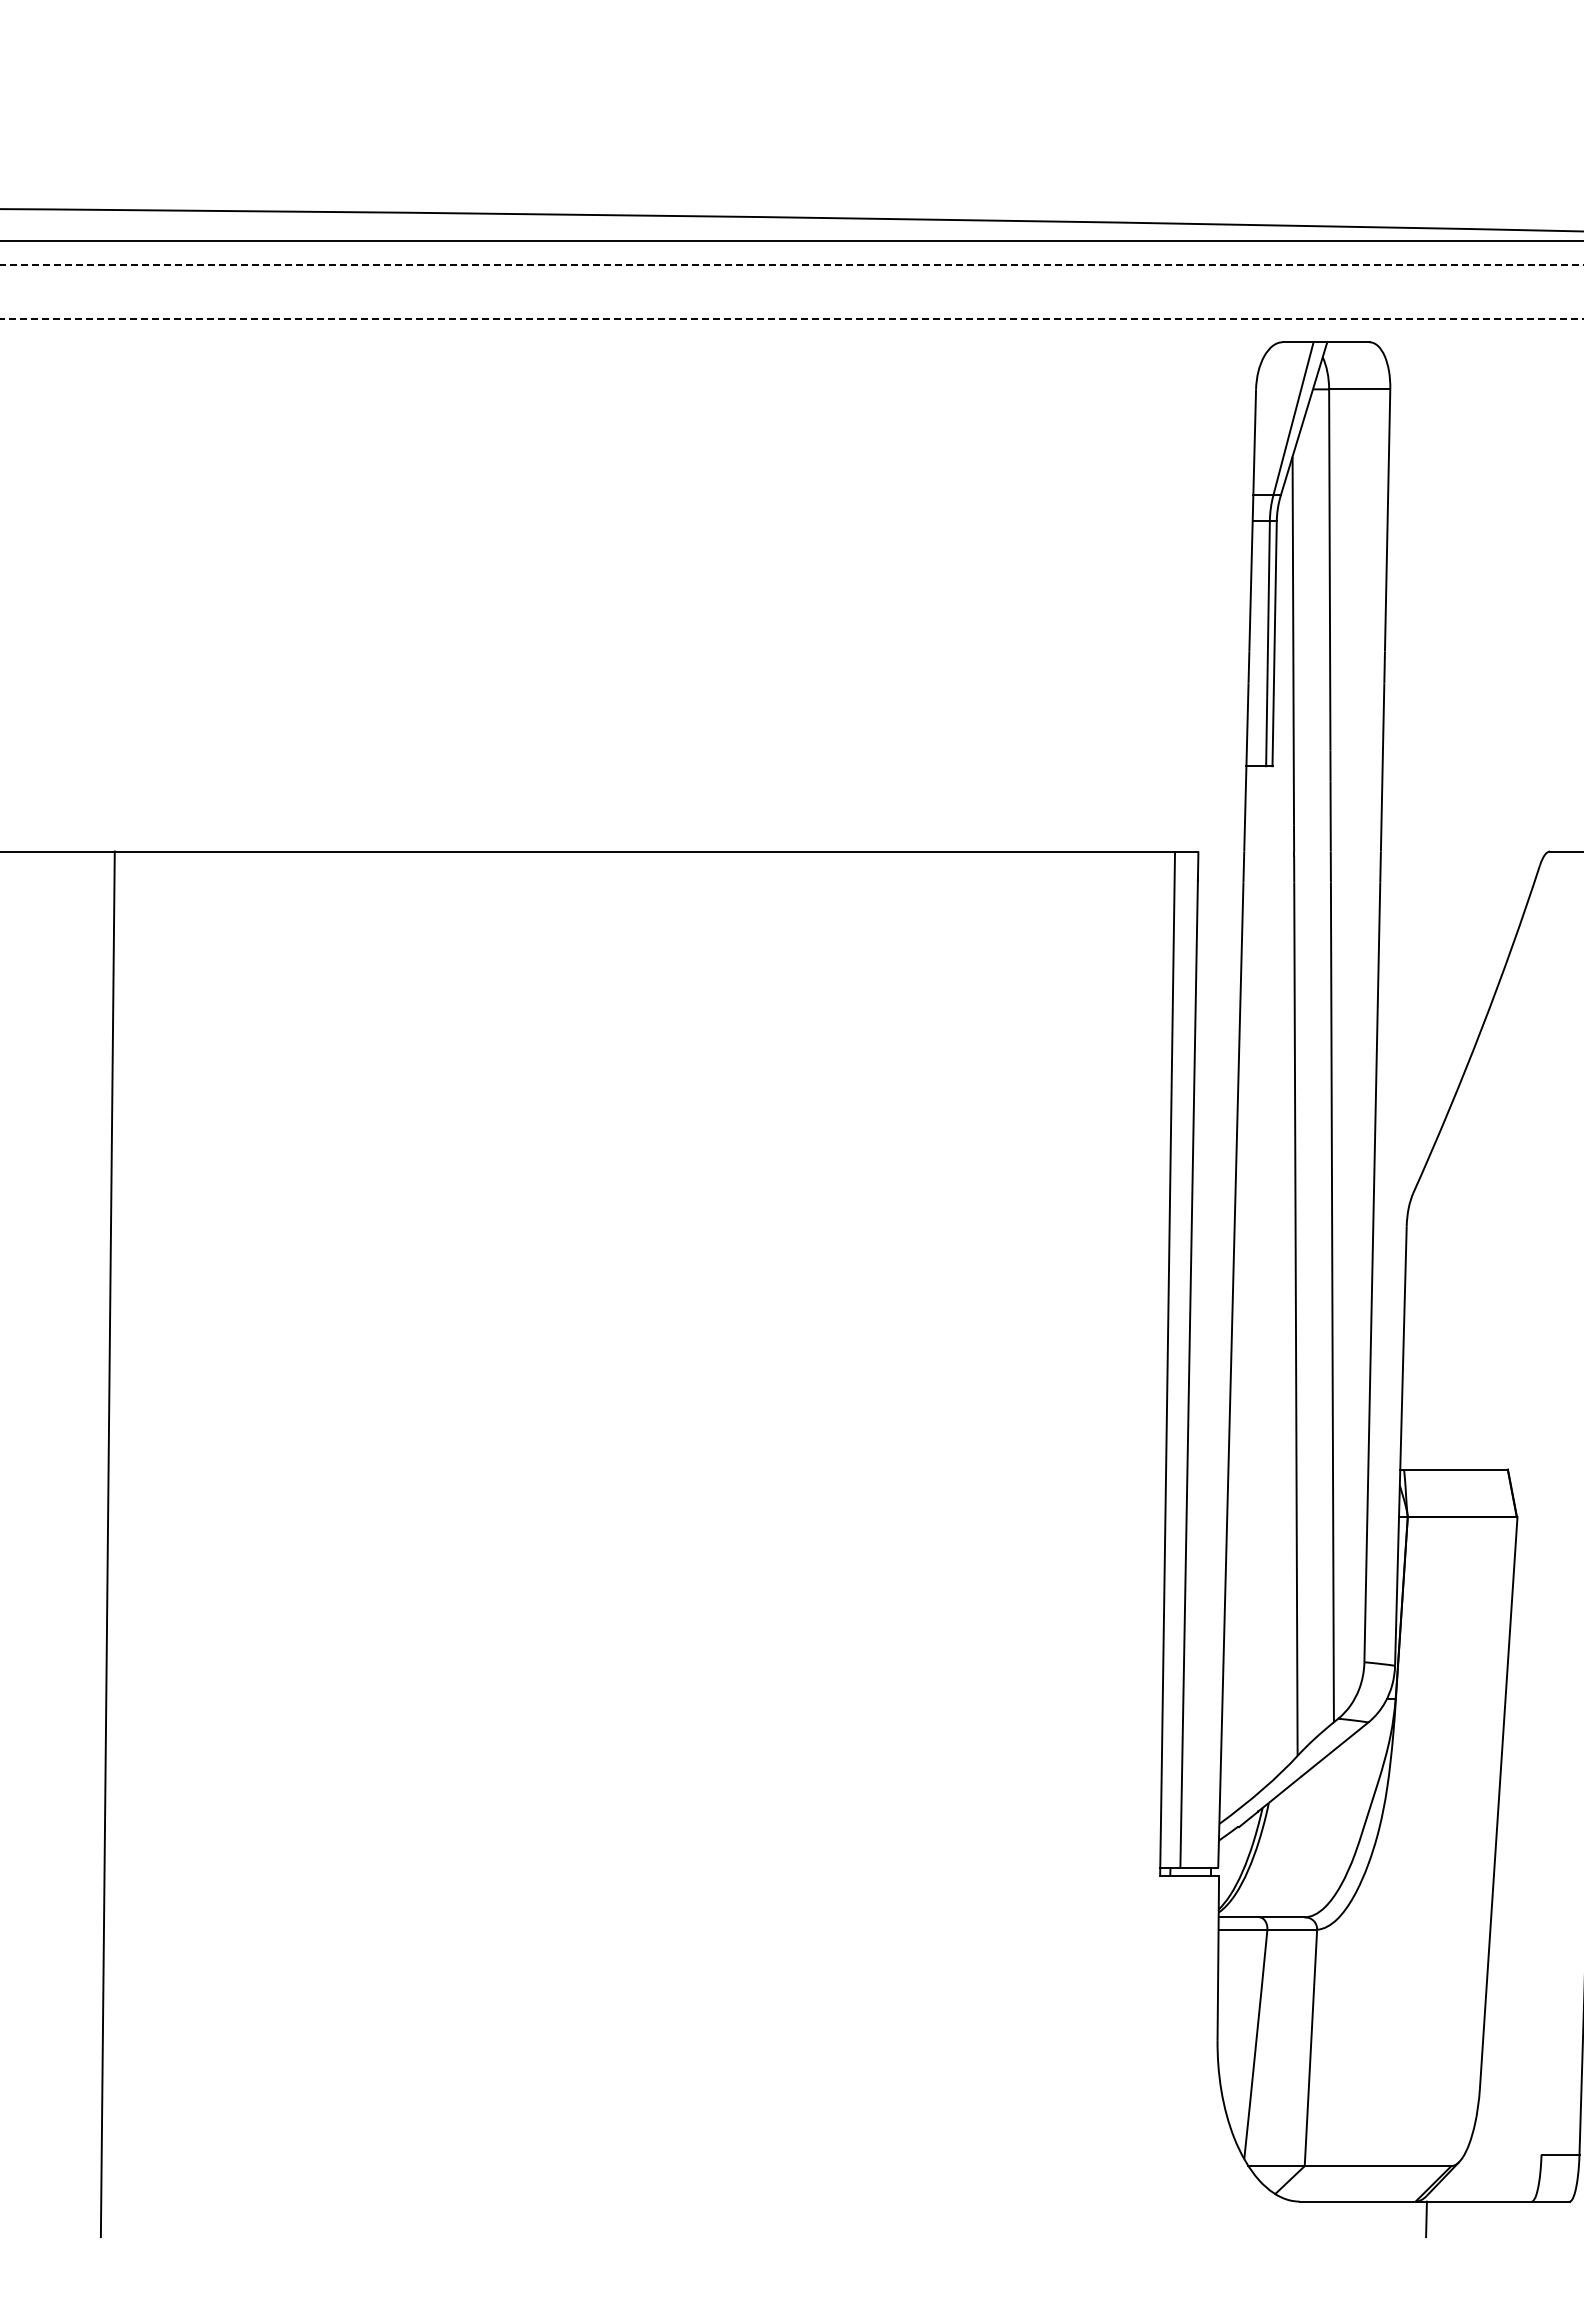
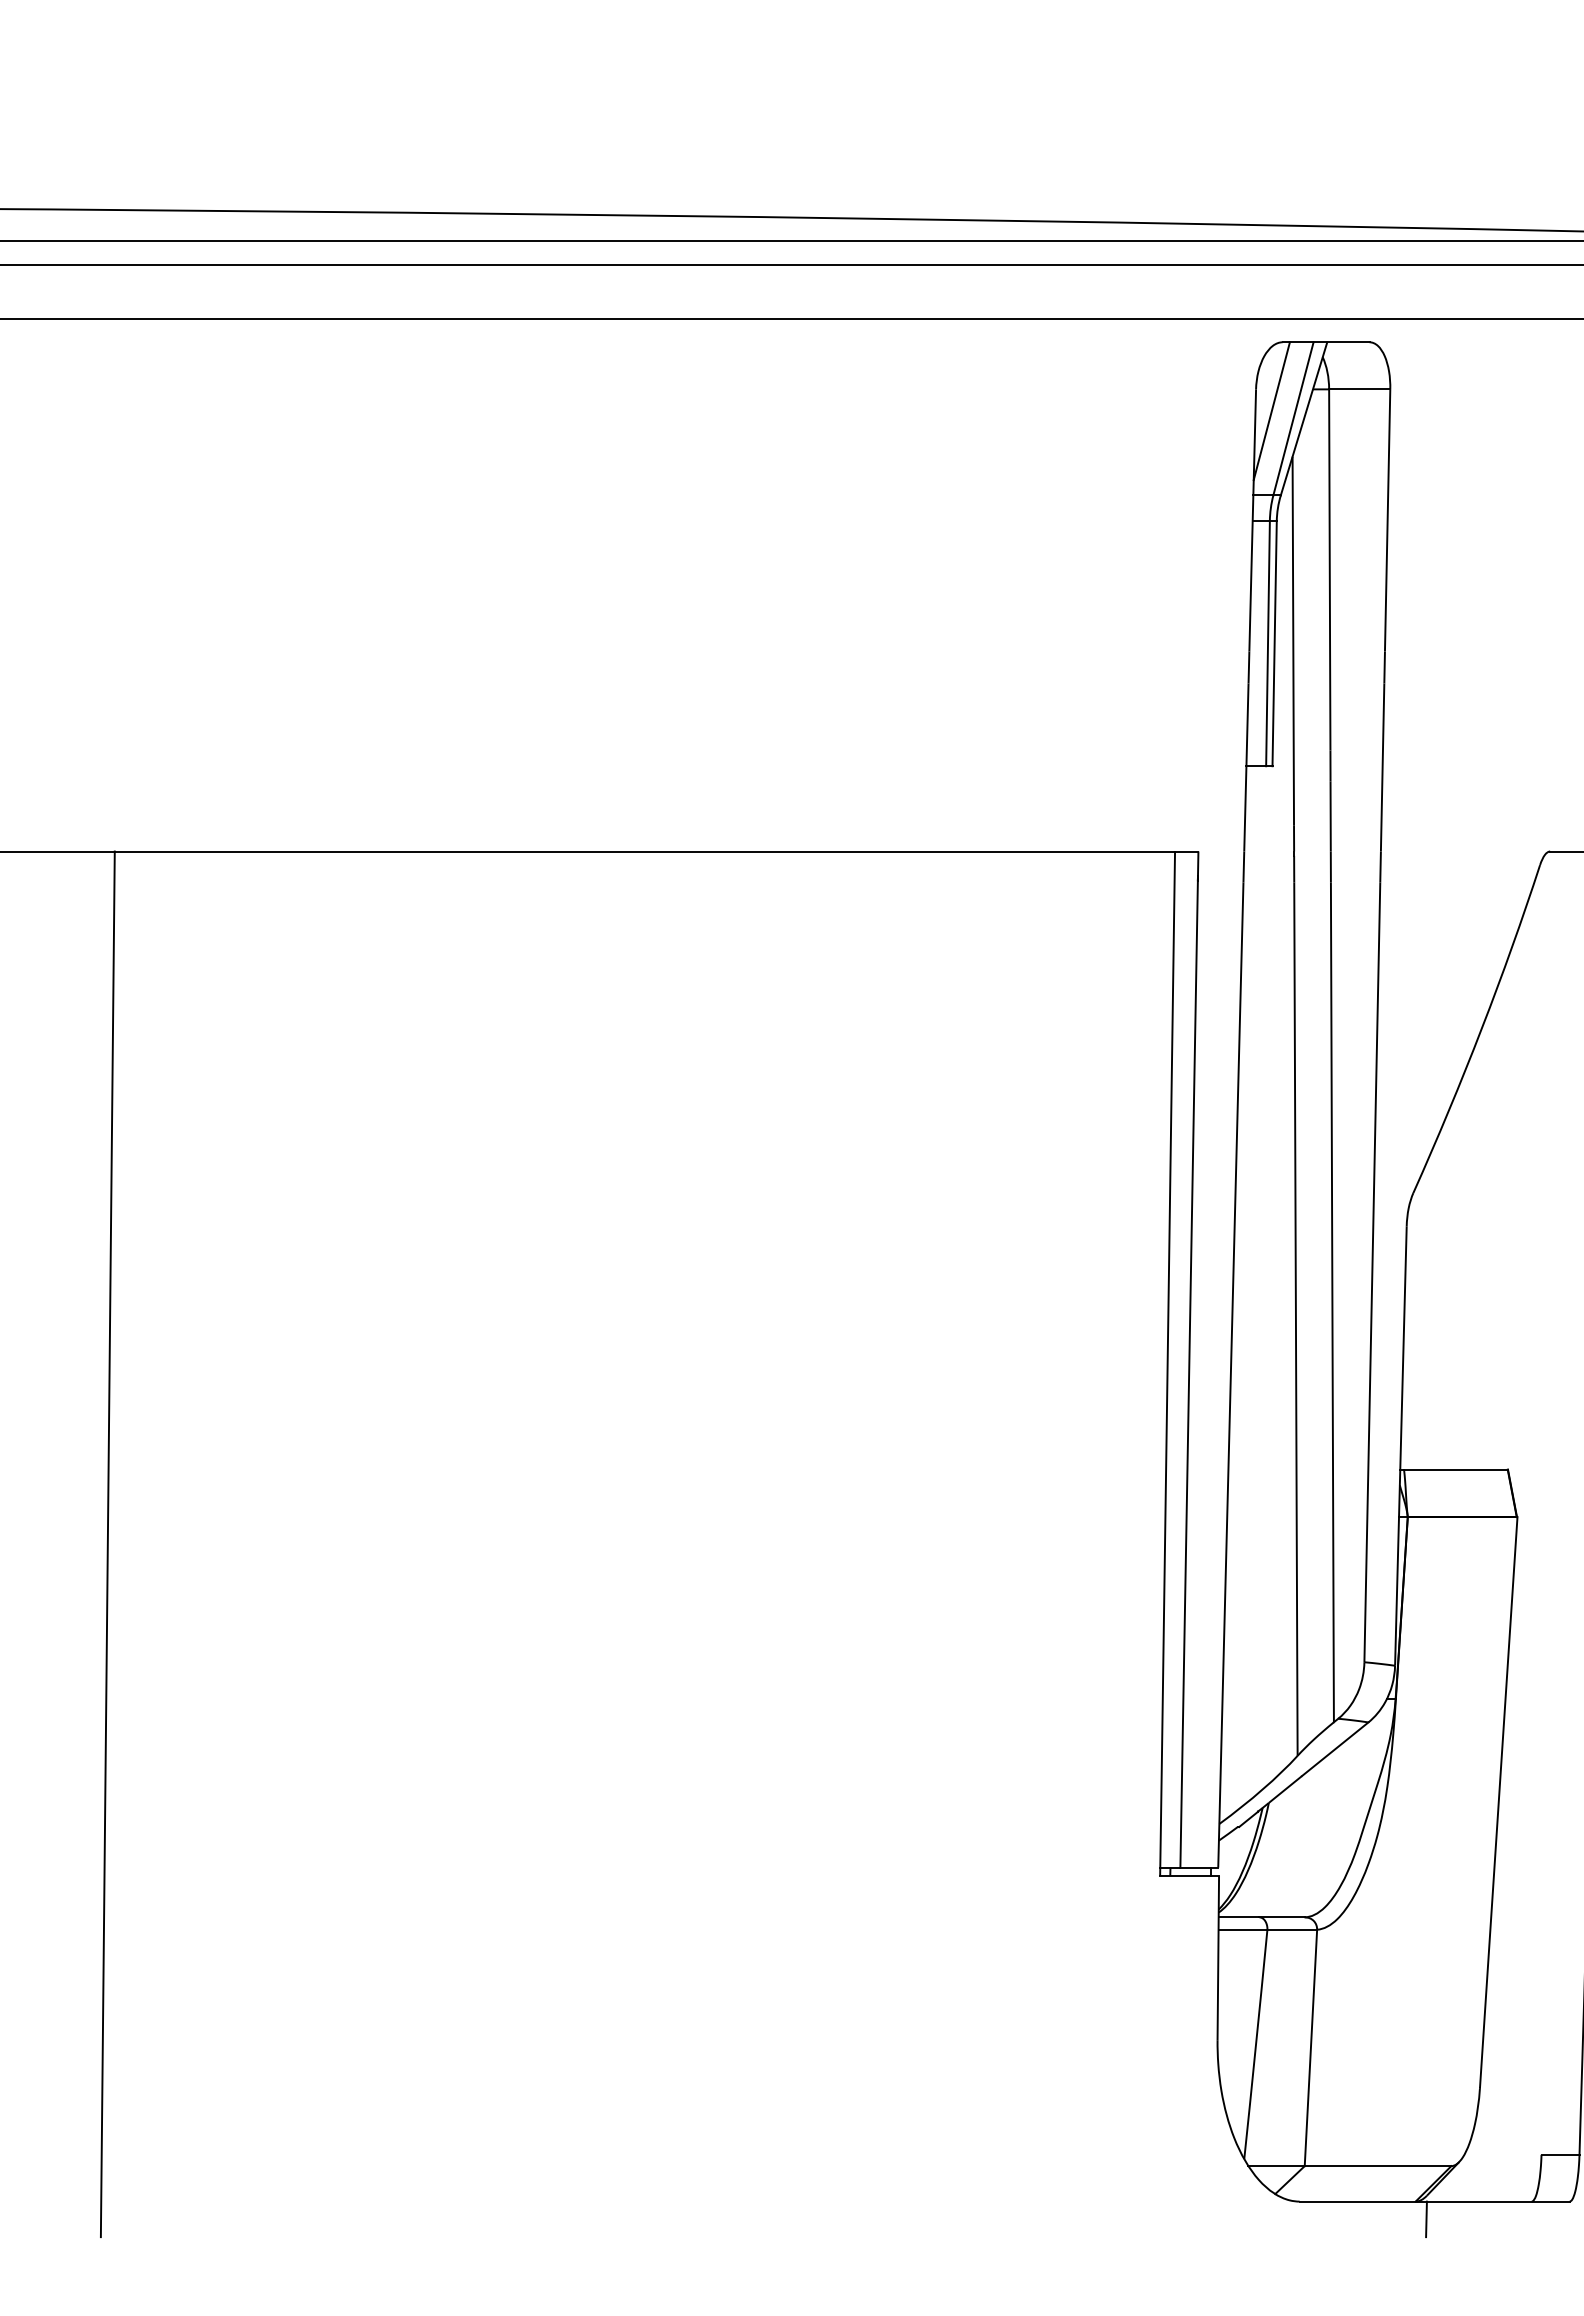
line at (791, 264): dashed -> solid
line at (791, 318): dashed -> solid
line at (1271, 411): none -> present
